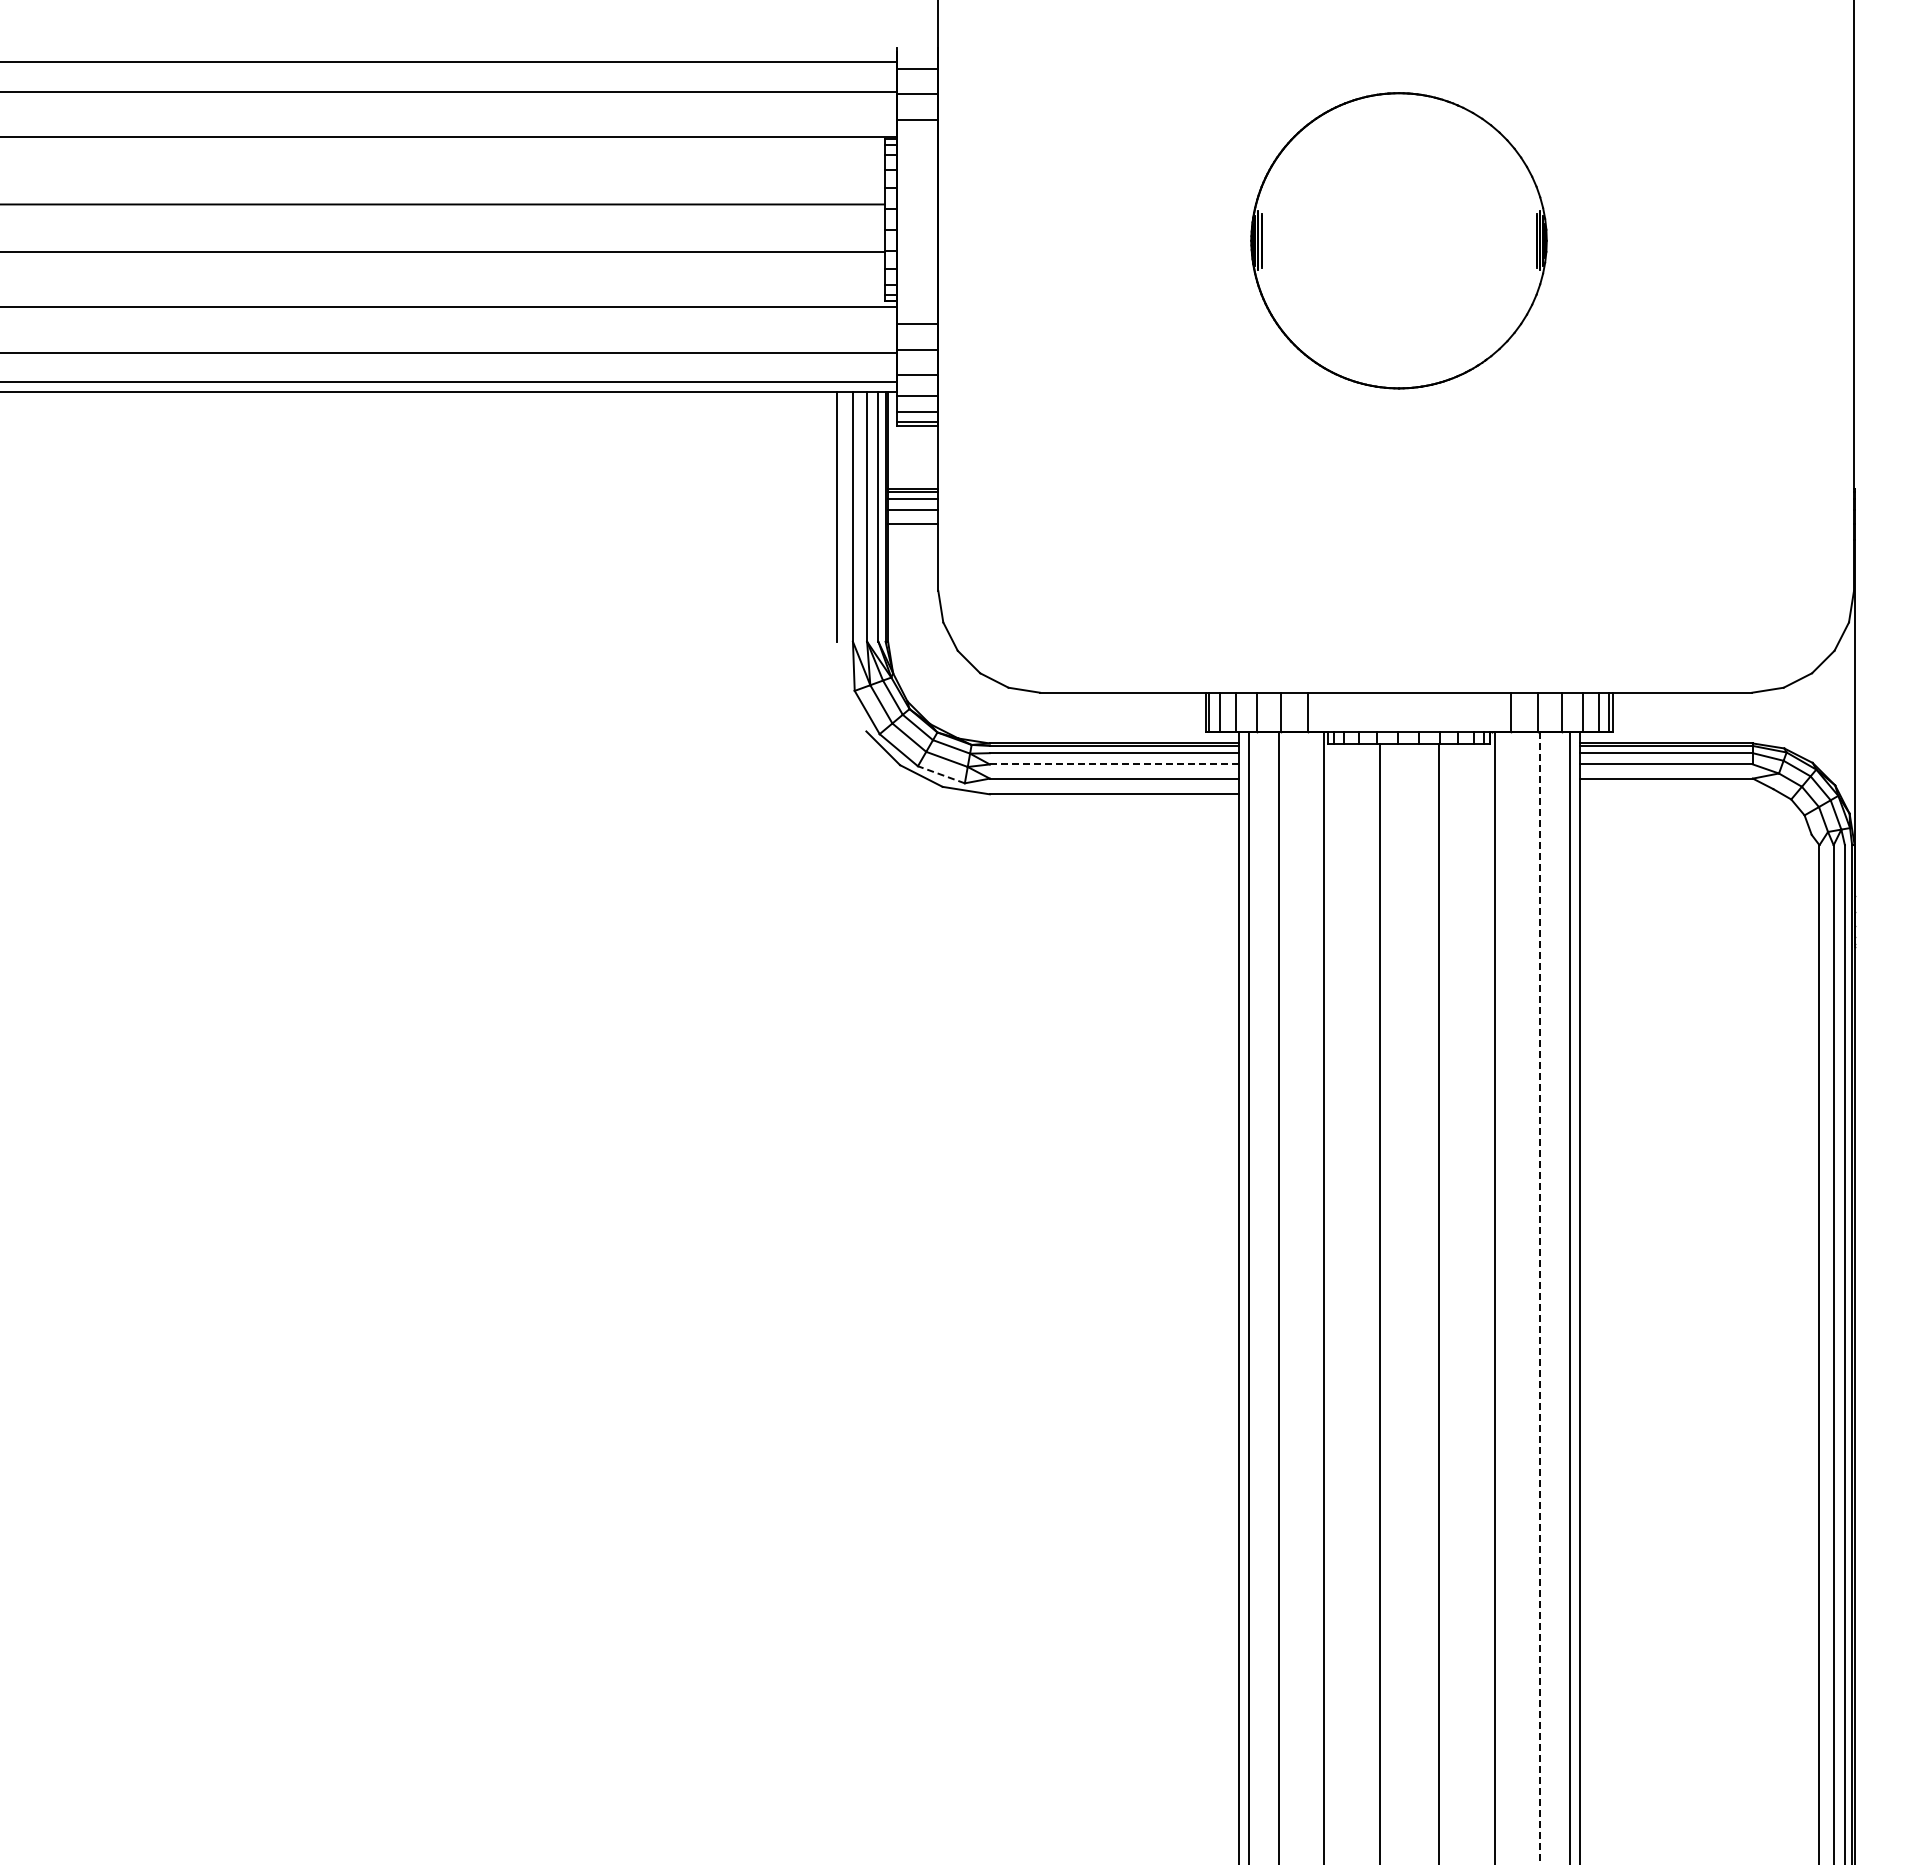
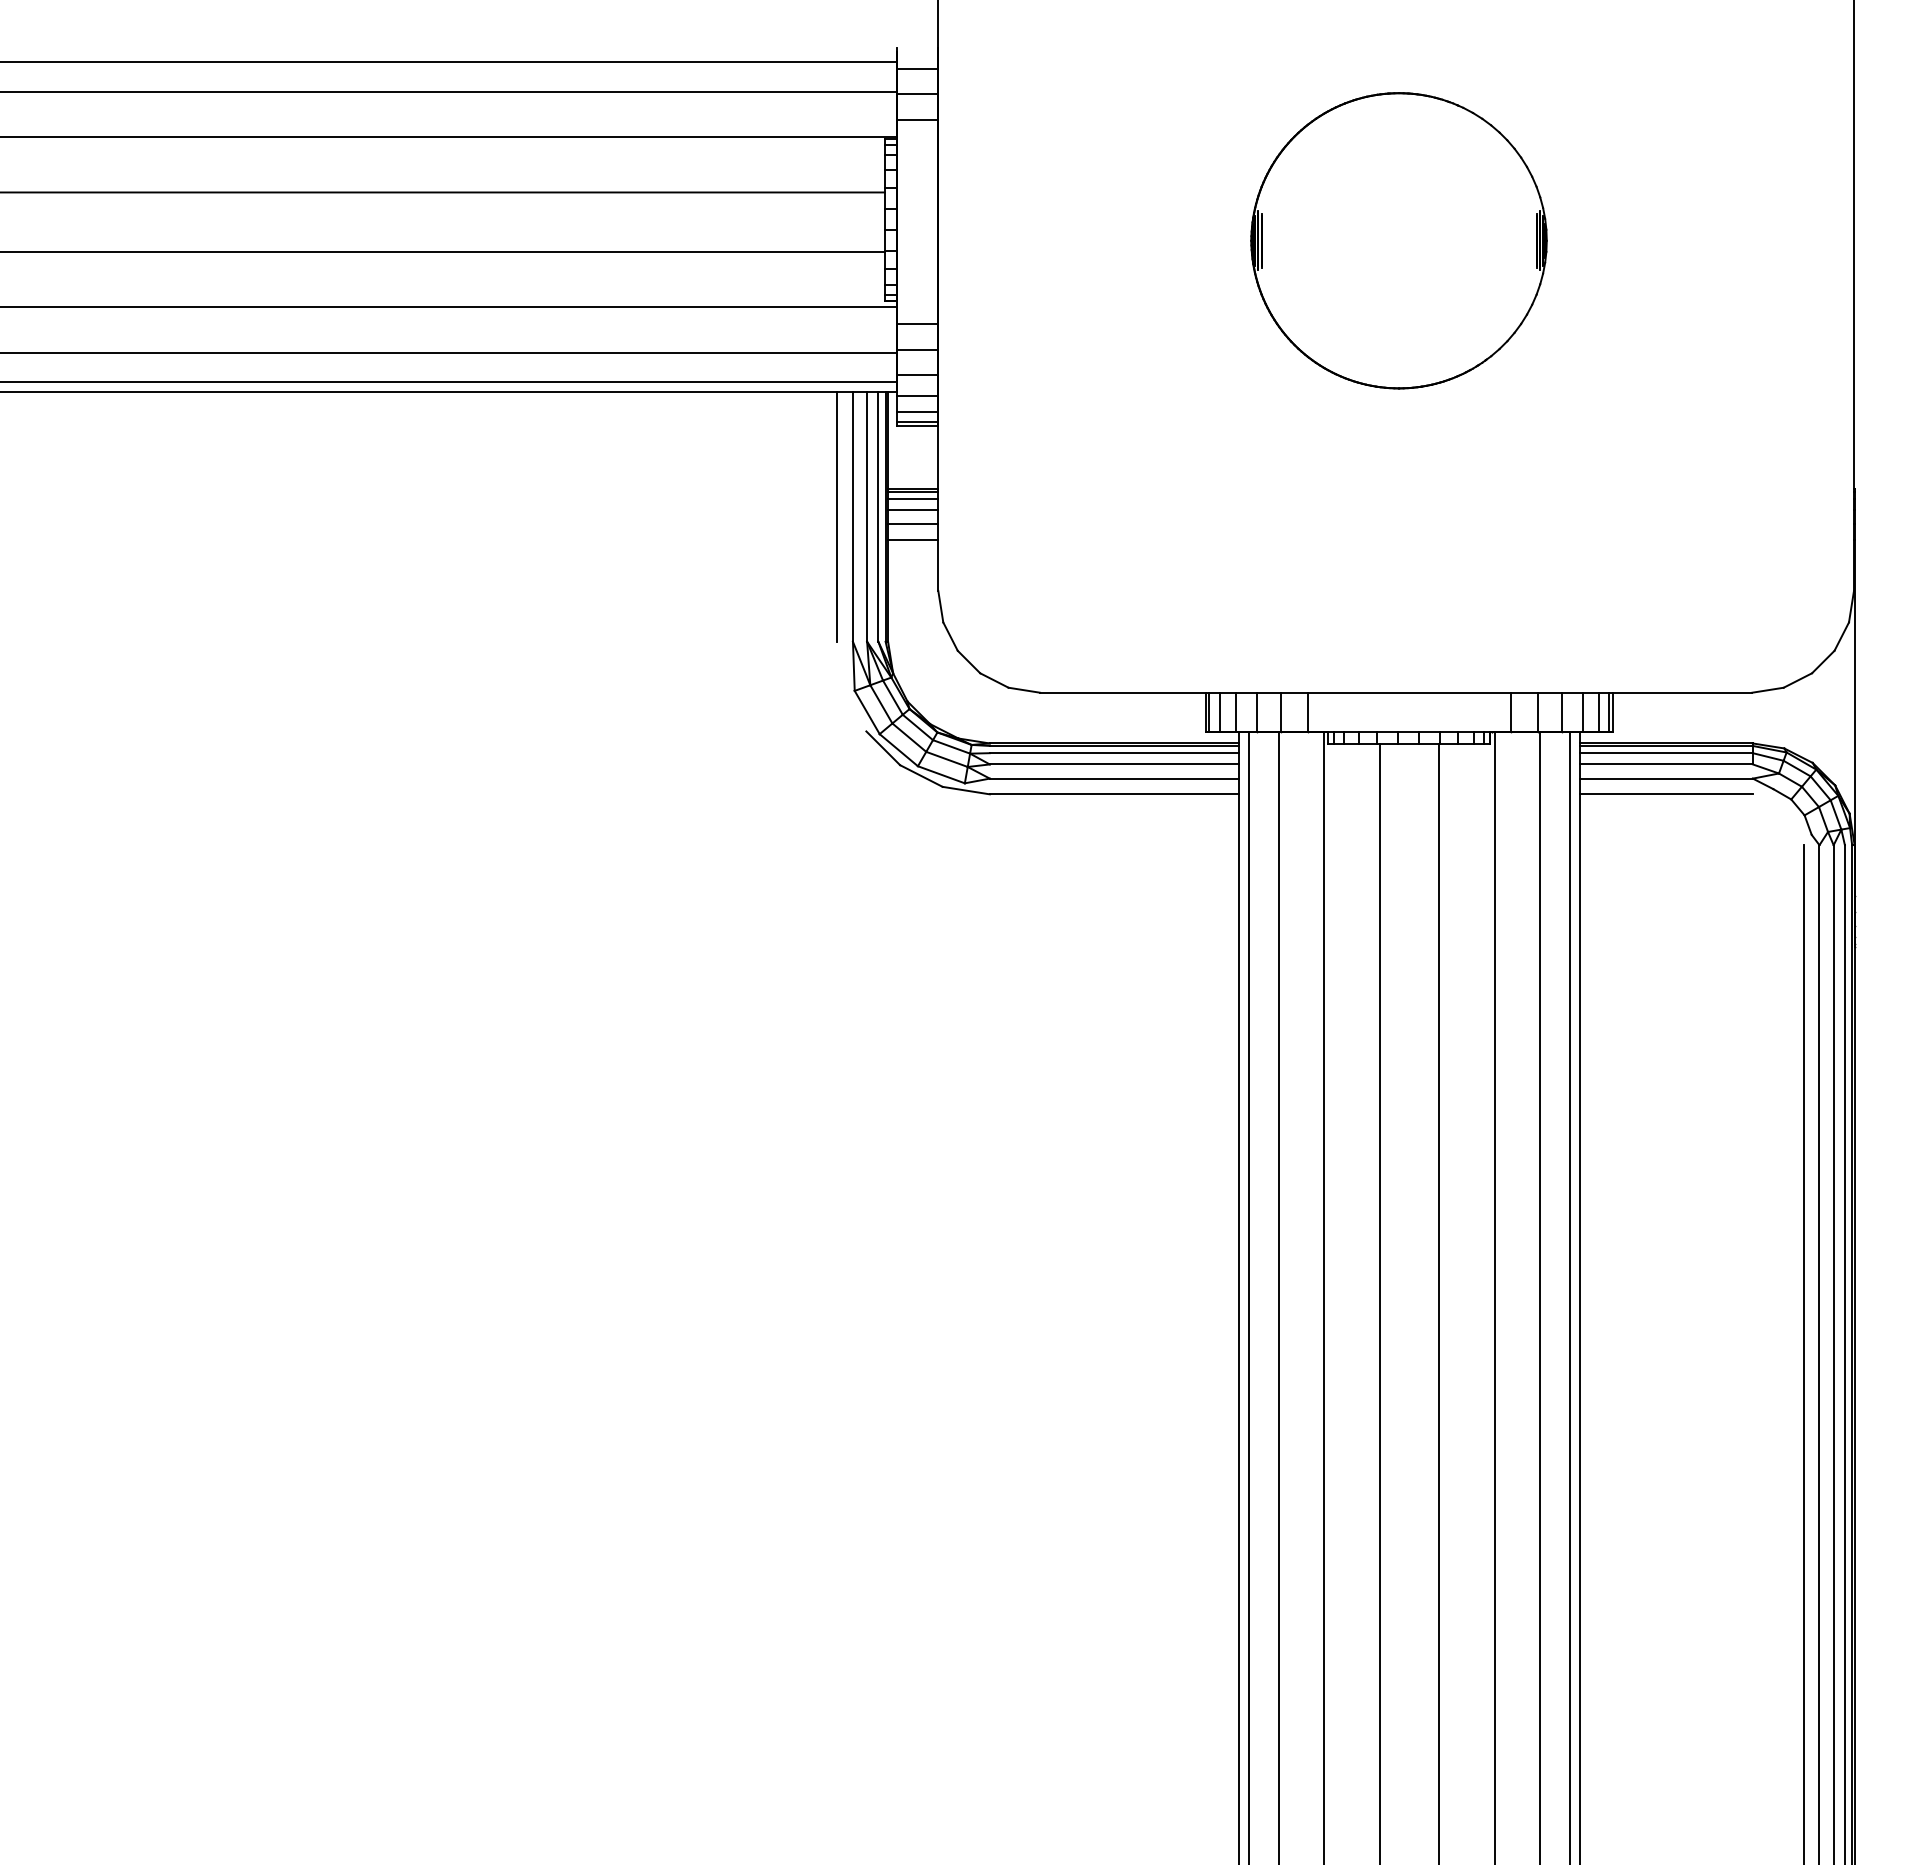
line at (443, 204) position: (443, 204) -> (443, 192)
line at (913, 539): none -> present
line at (1114, 764): dashed -> solid
line at (941, 774): dashed -> solid
line at (1665, 794): none -> present
line at (1540, 1298): dashed -> solid
line at (1803, 1353): none -> present
